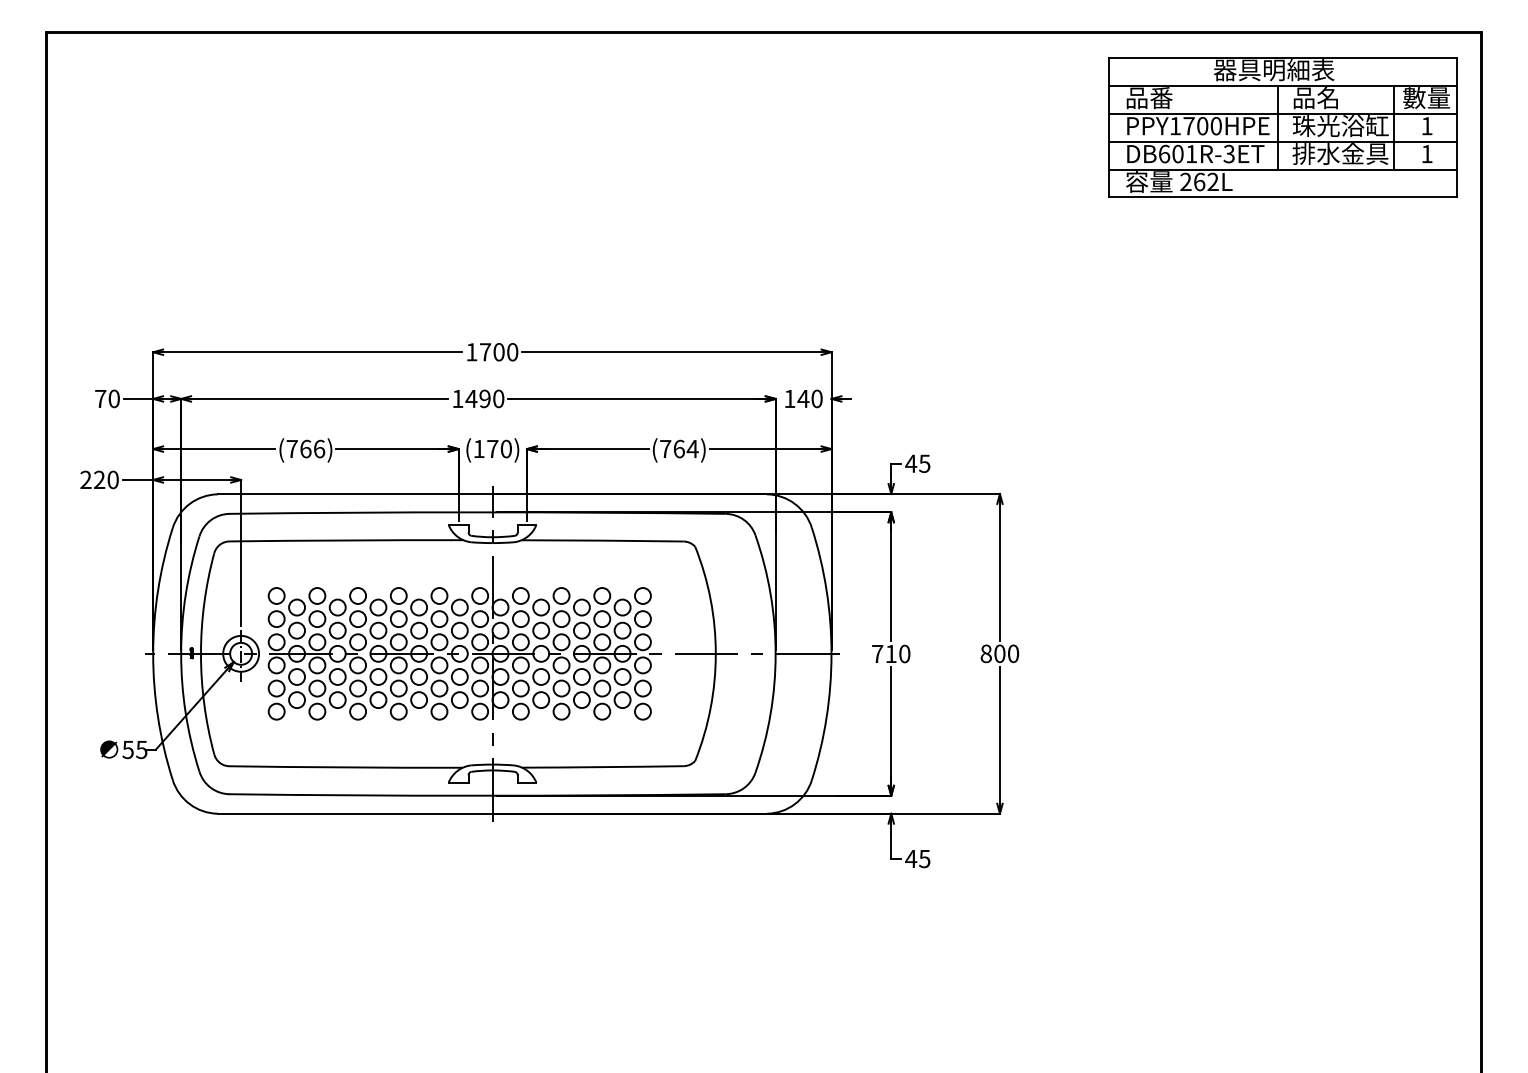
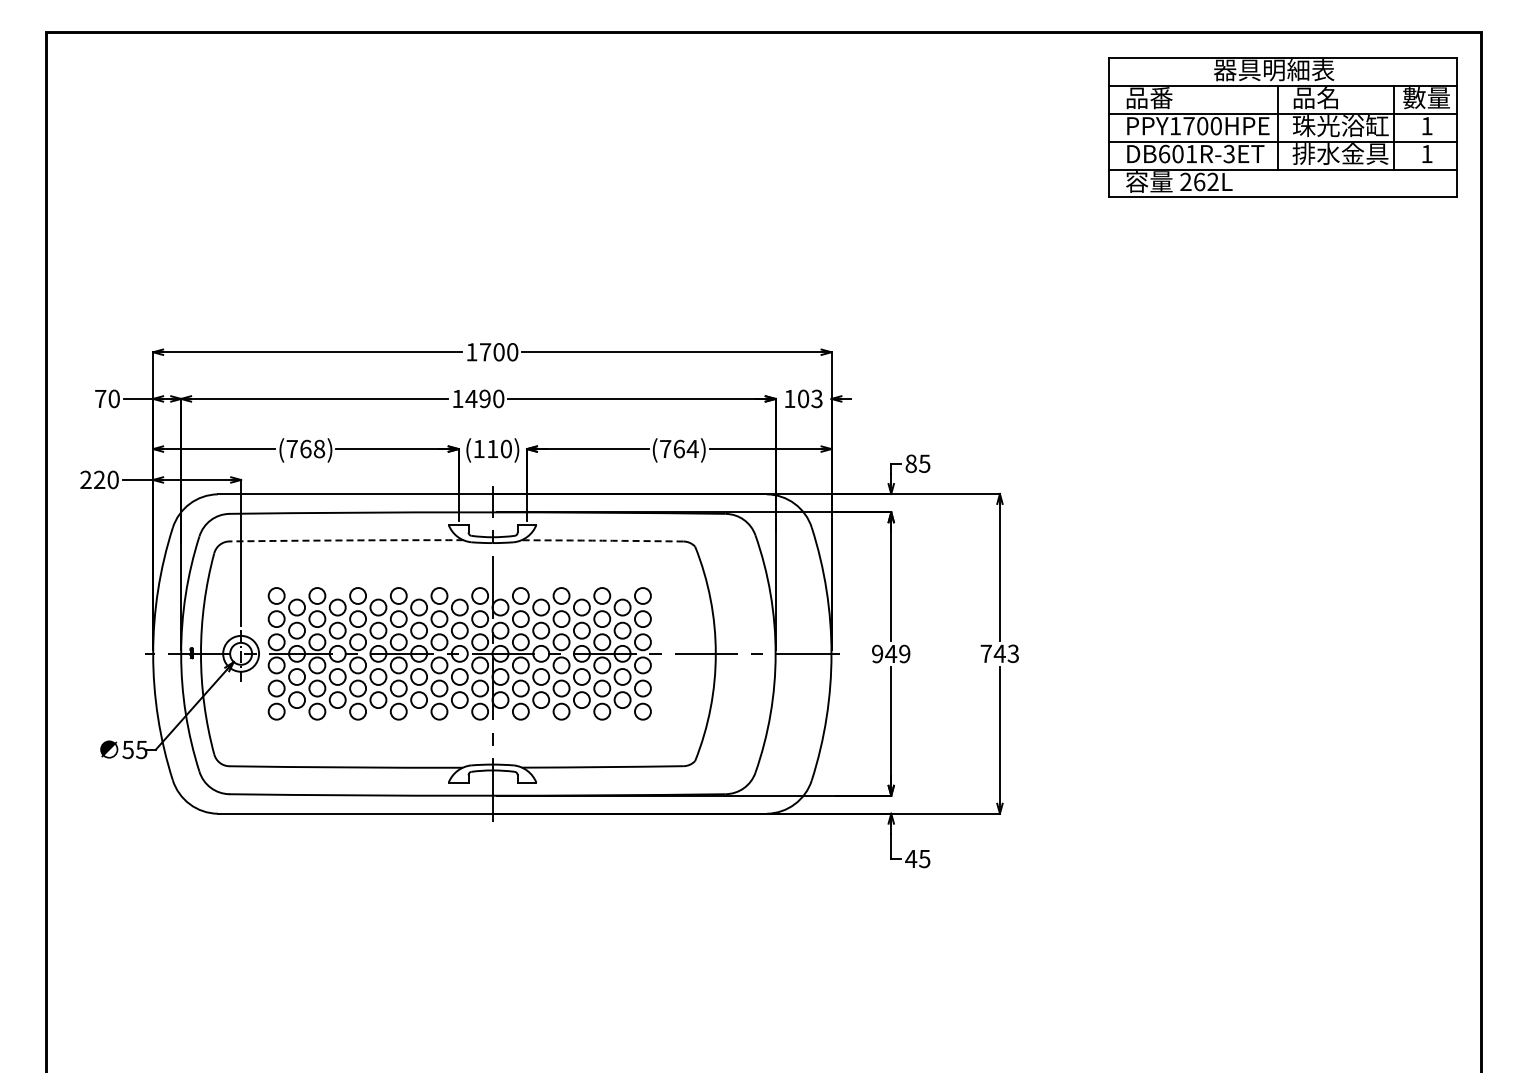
text at (809, 398): 140 -> 103
text at (319, 448): (766) -> (768)
text at (492, 448): (170) -> (110)
text at (911, 463): 45 -> 85
arc at (346, 540): solid -> dashed
arc at (602, 540): solid -> dashed
text at (891, 653): 710 -> 949
text at (999, 653): 800 -> 743
